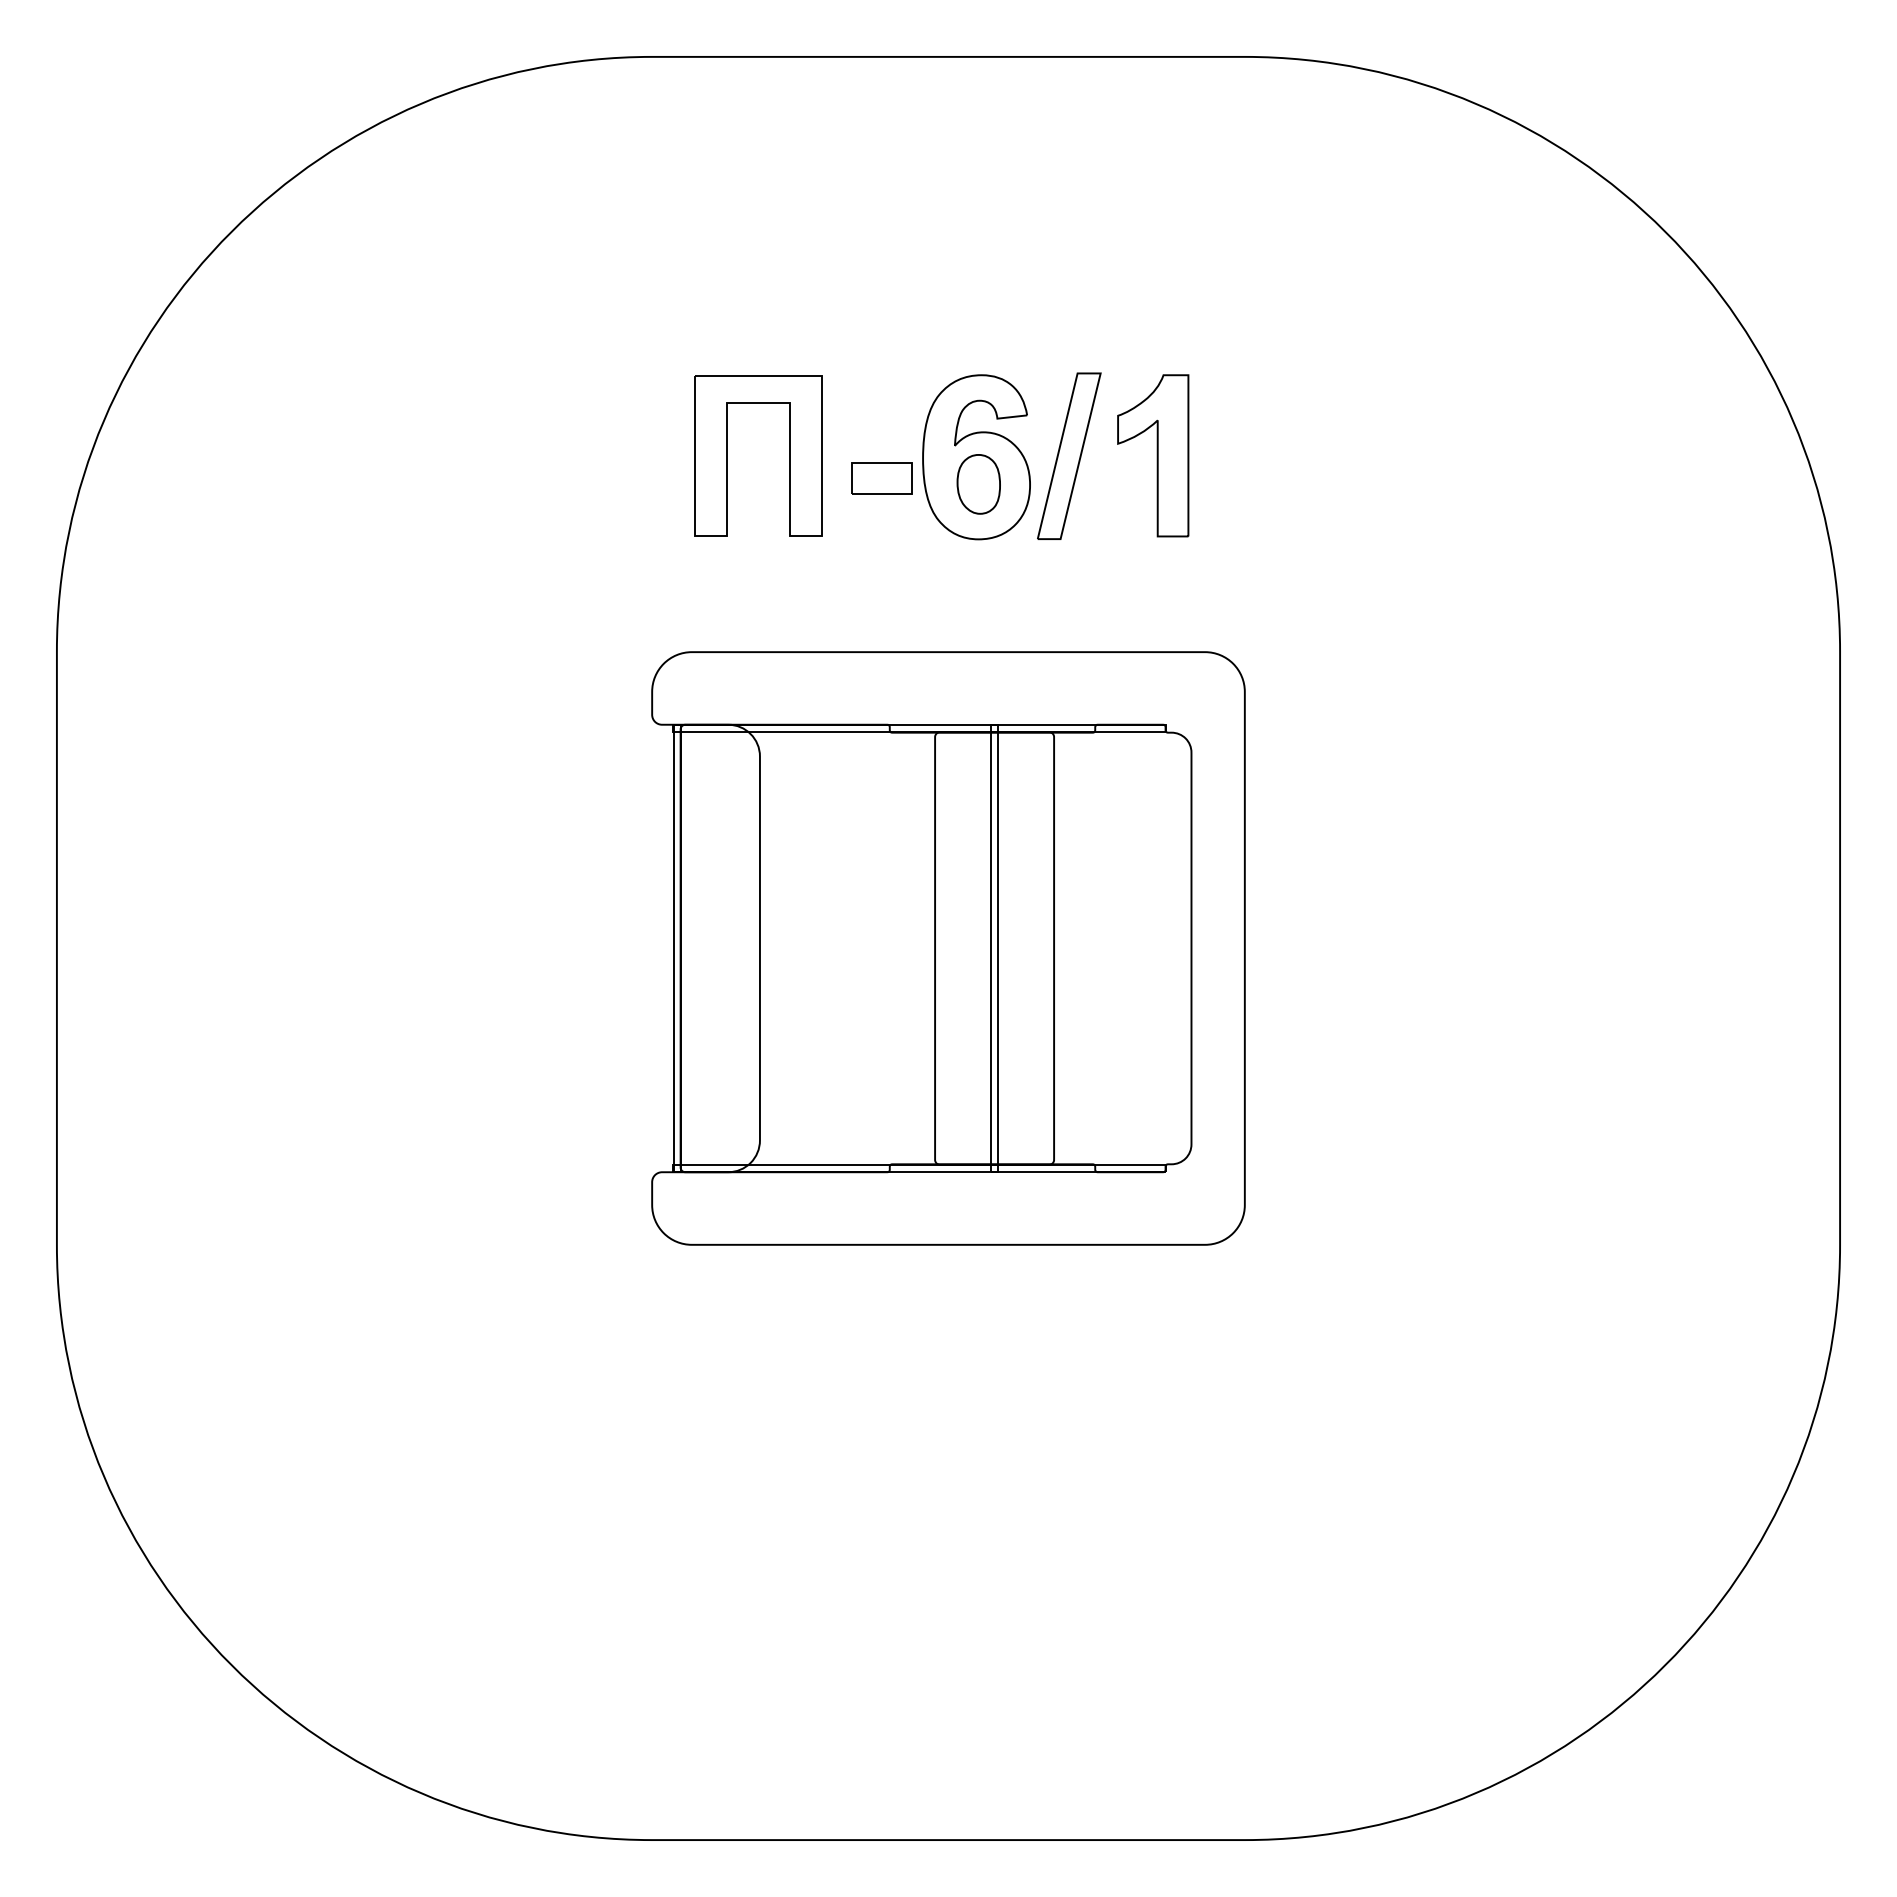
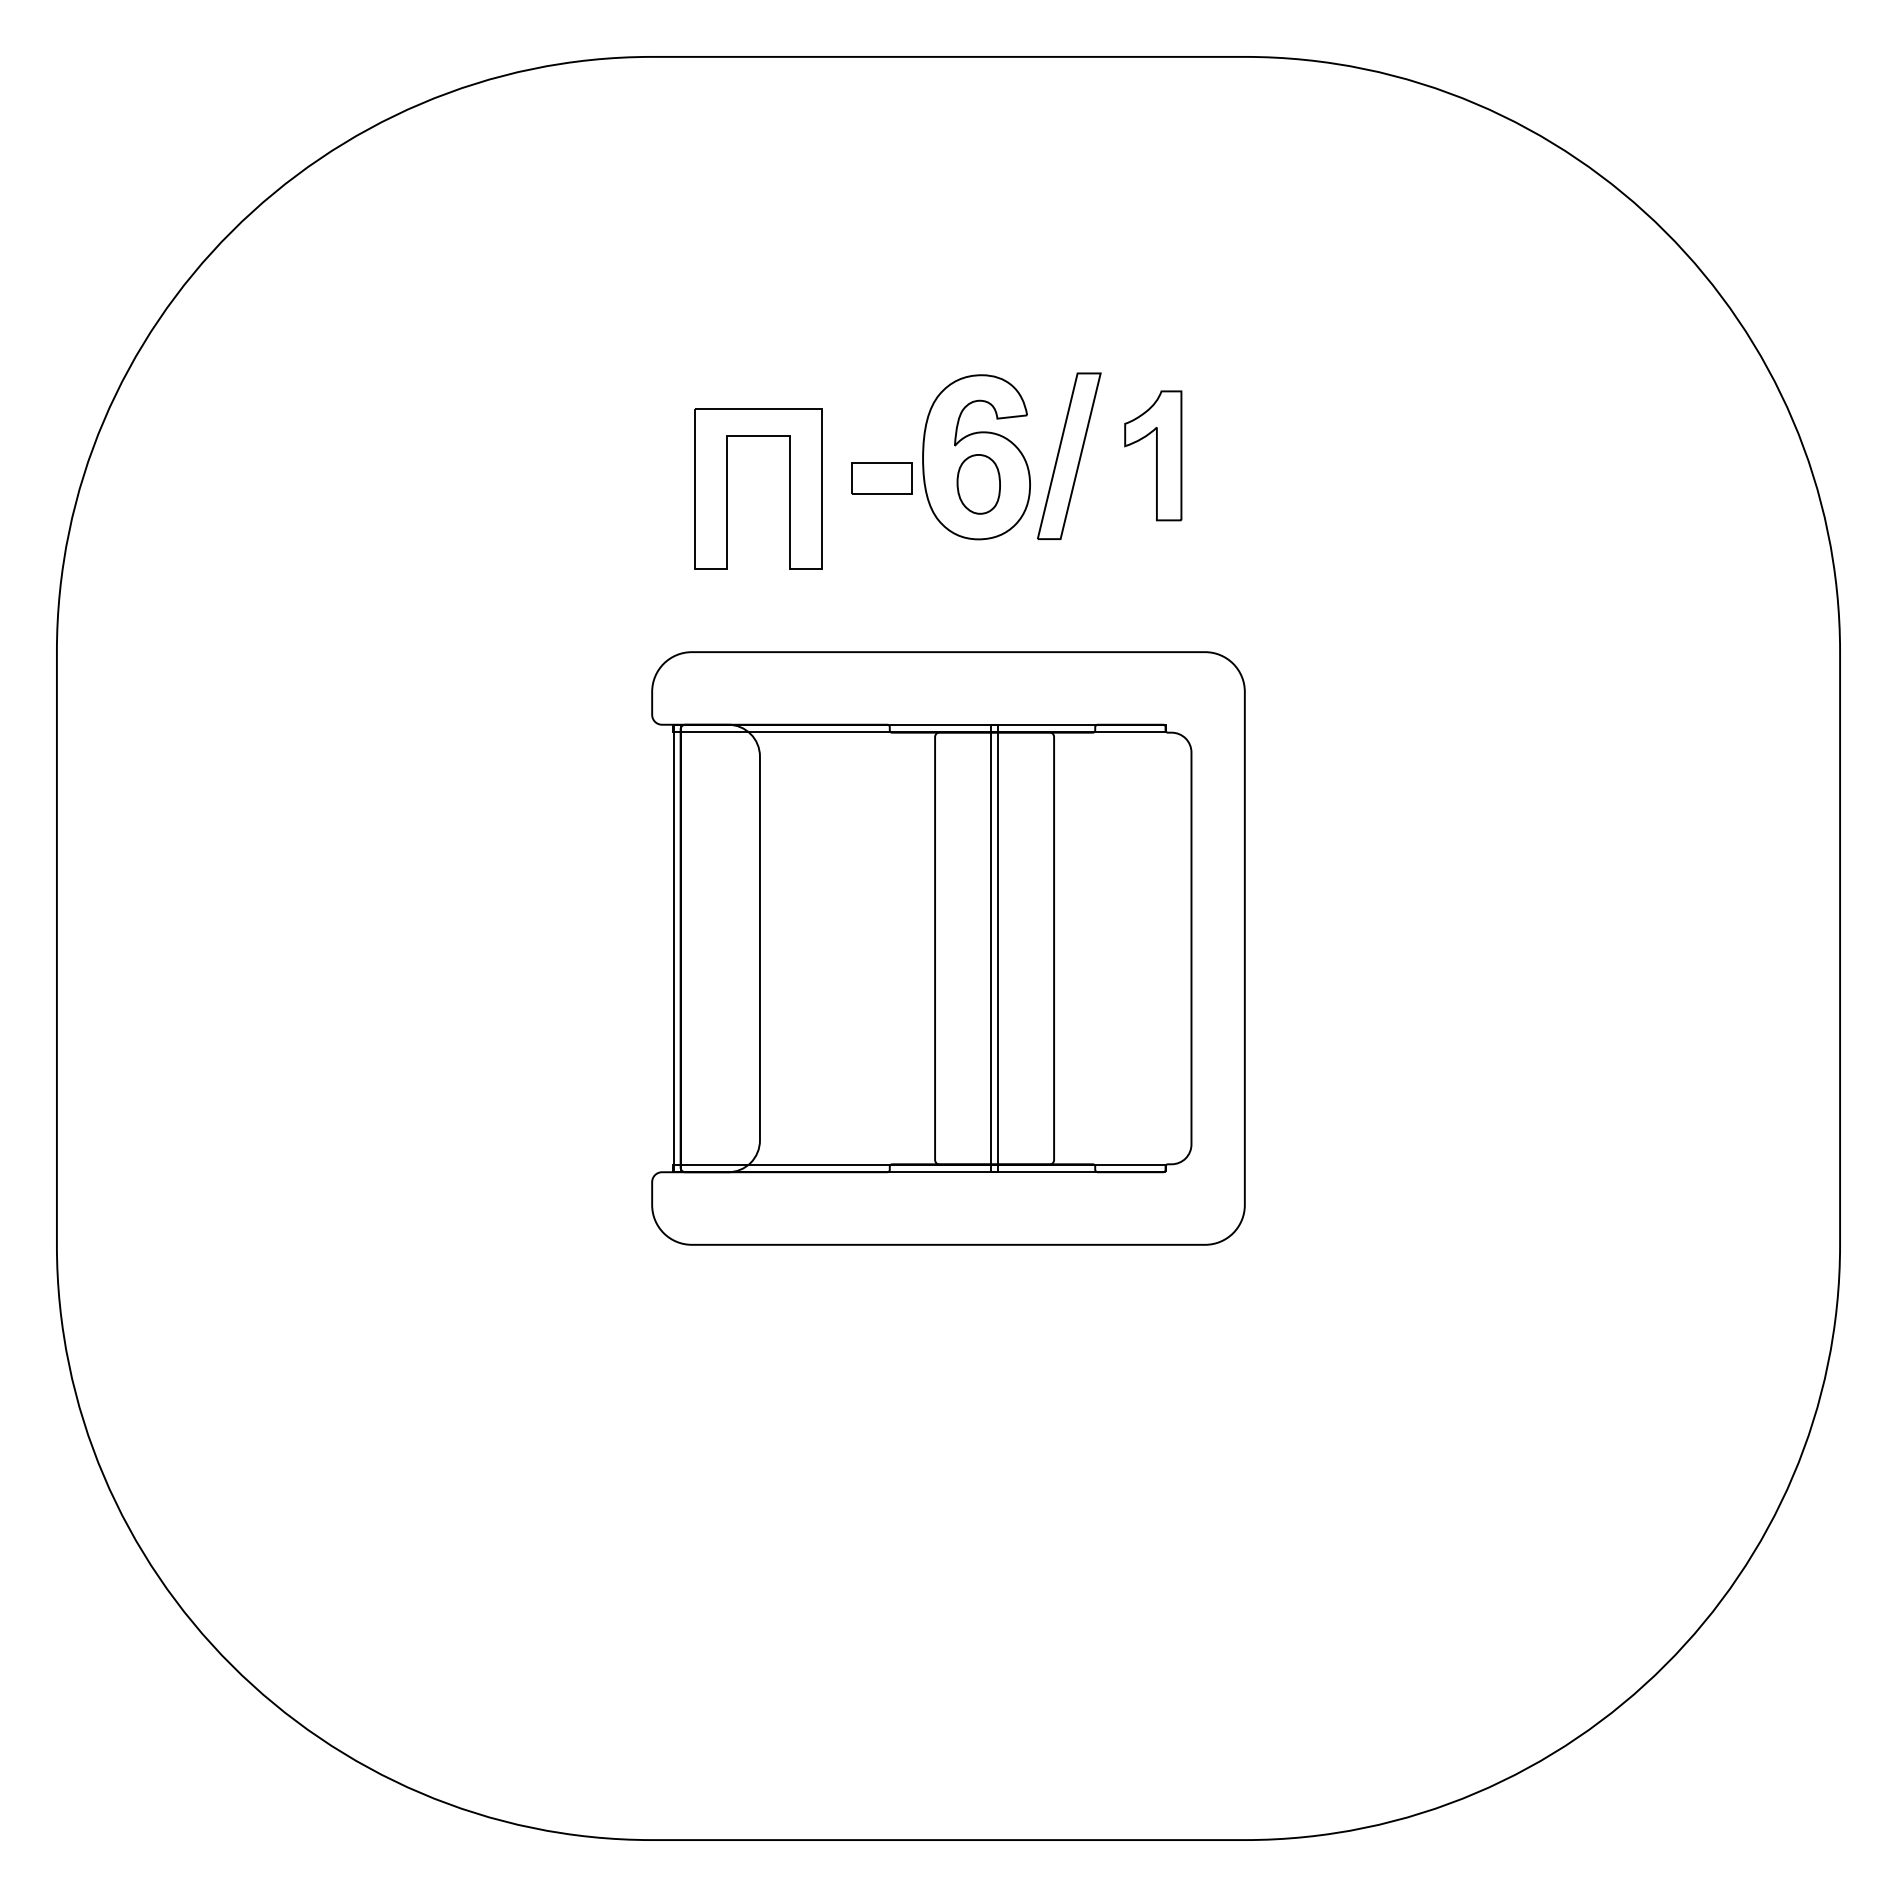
part at (727, 455) position: (727, 455) -> (727, 488)
part at (1153, 455) size: 73x164 px -> 59x132 px
